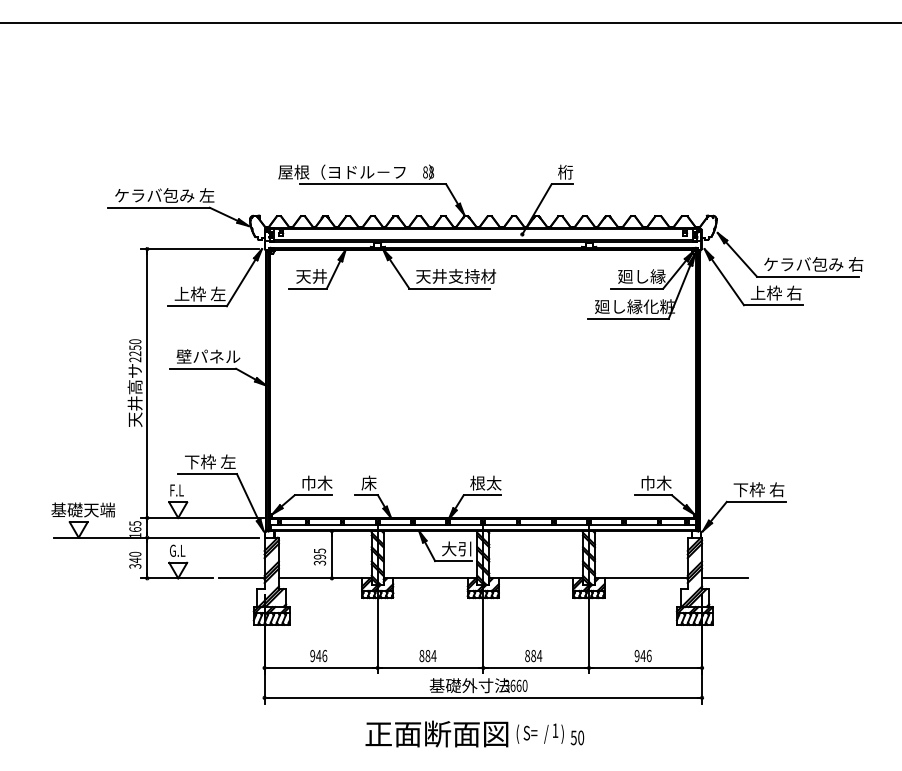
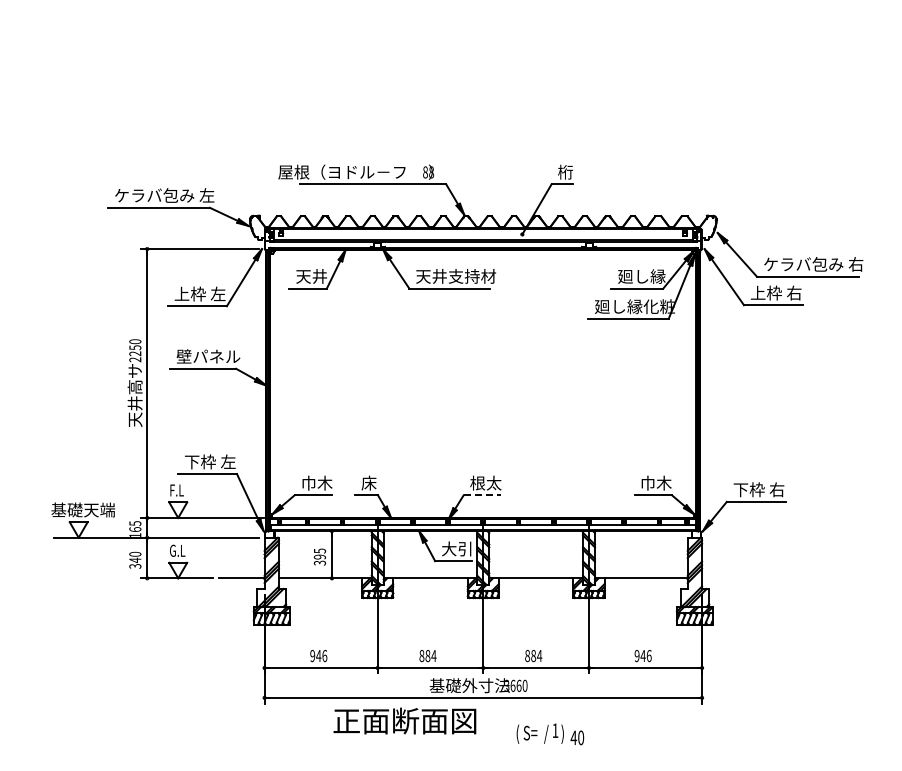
line at (450, 23): present -> none
line at (482, 495): solid -> dashed
line at (724, 578): present -> none
text at (436, 733) position: (436, 733) -> (404, 720)
text at (573, 737): 50 -> 40
